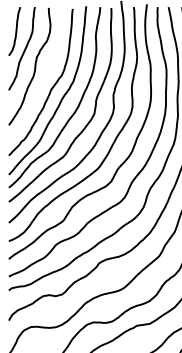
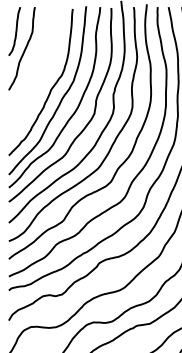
curve at (34, 66): present -> none
